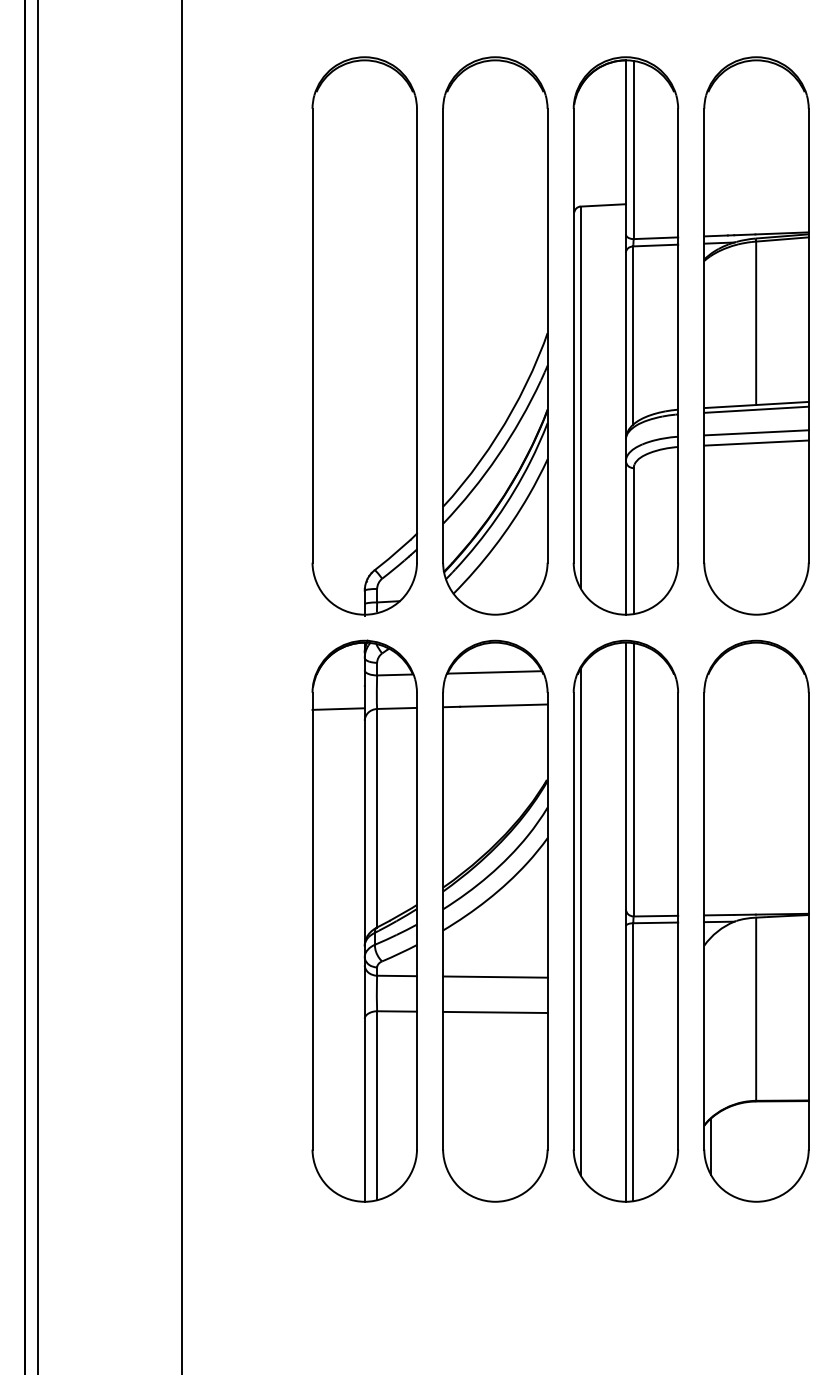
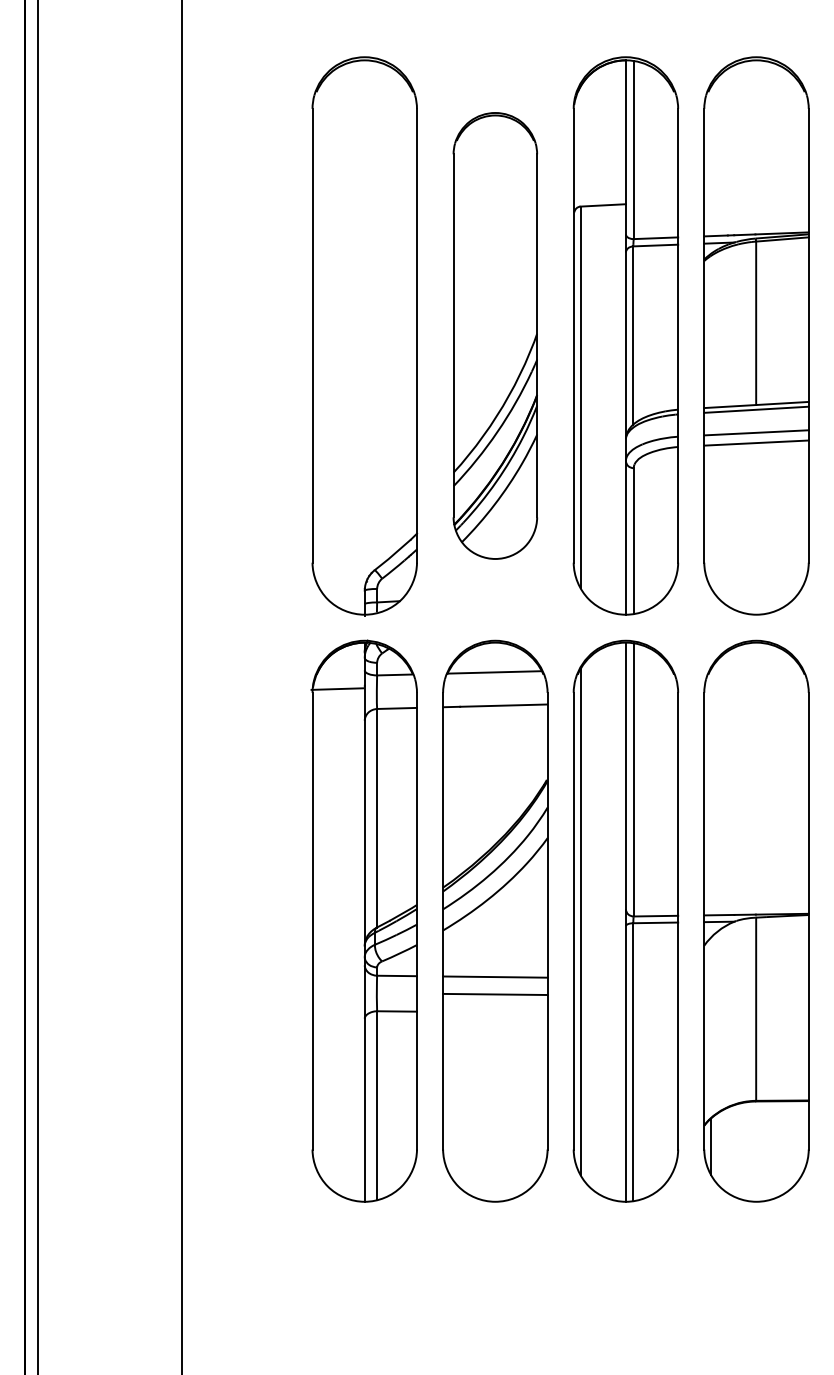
part at (495, 335) size: 107x560 px -> 86x448 px
line at (338, 708) position: (338, 708) -> (337, 688)
line at (495, 1012) position: (495, 1012) -> (495, 994)
